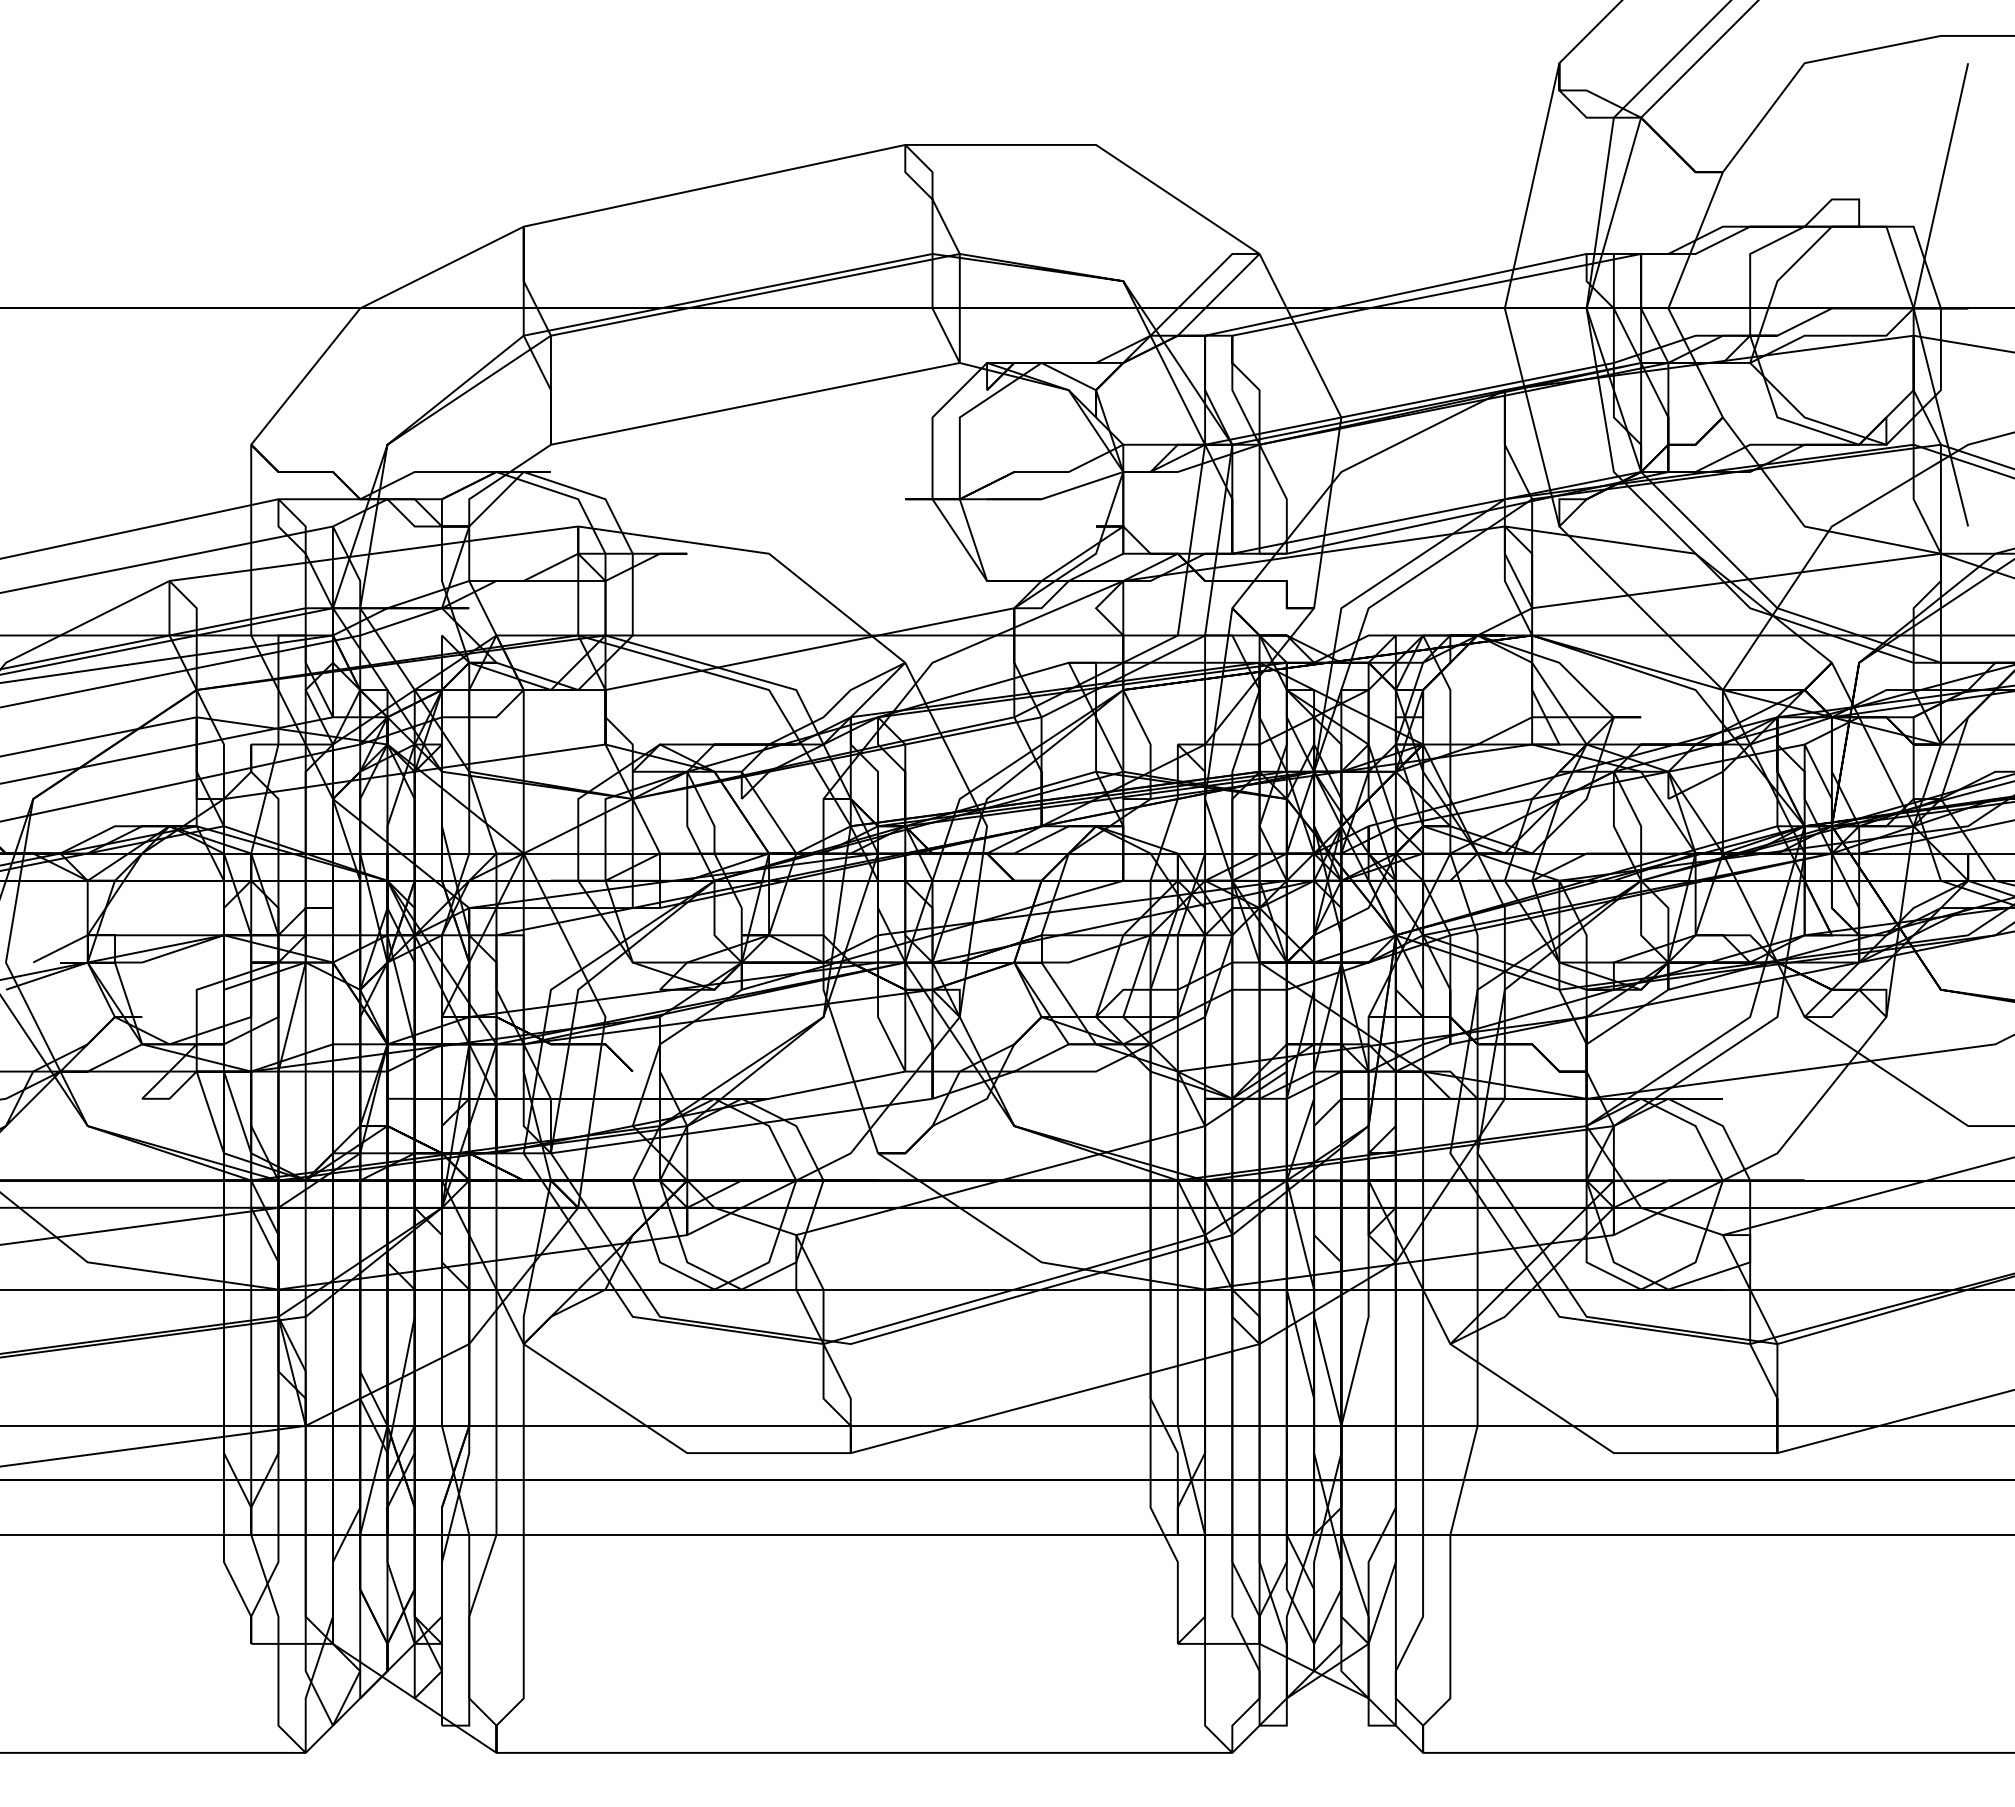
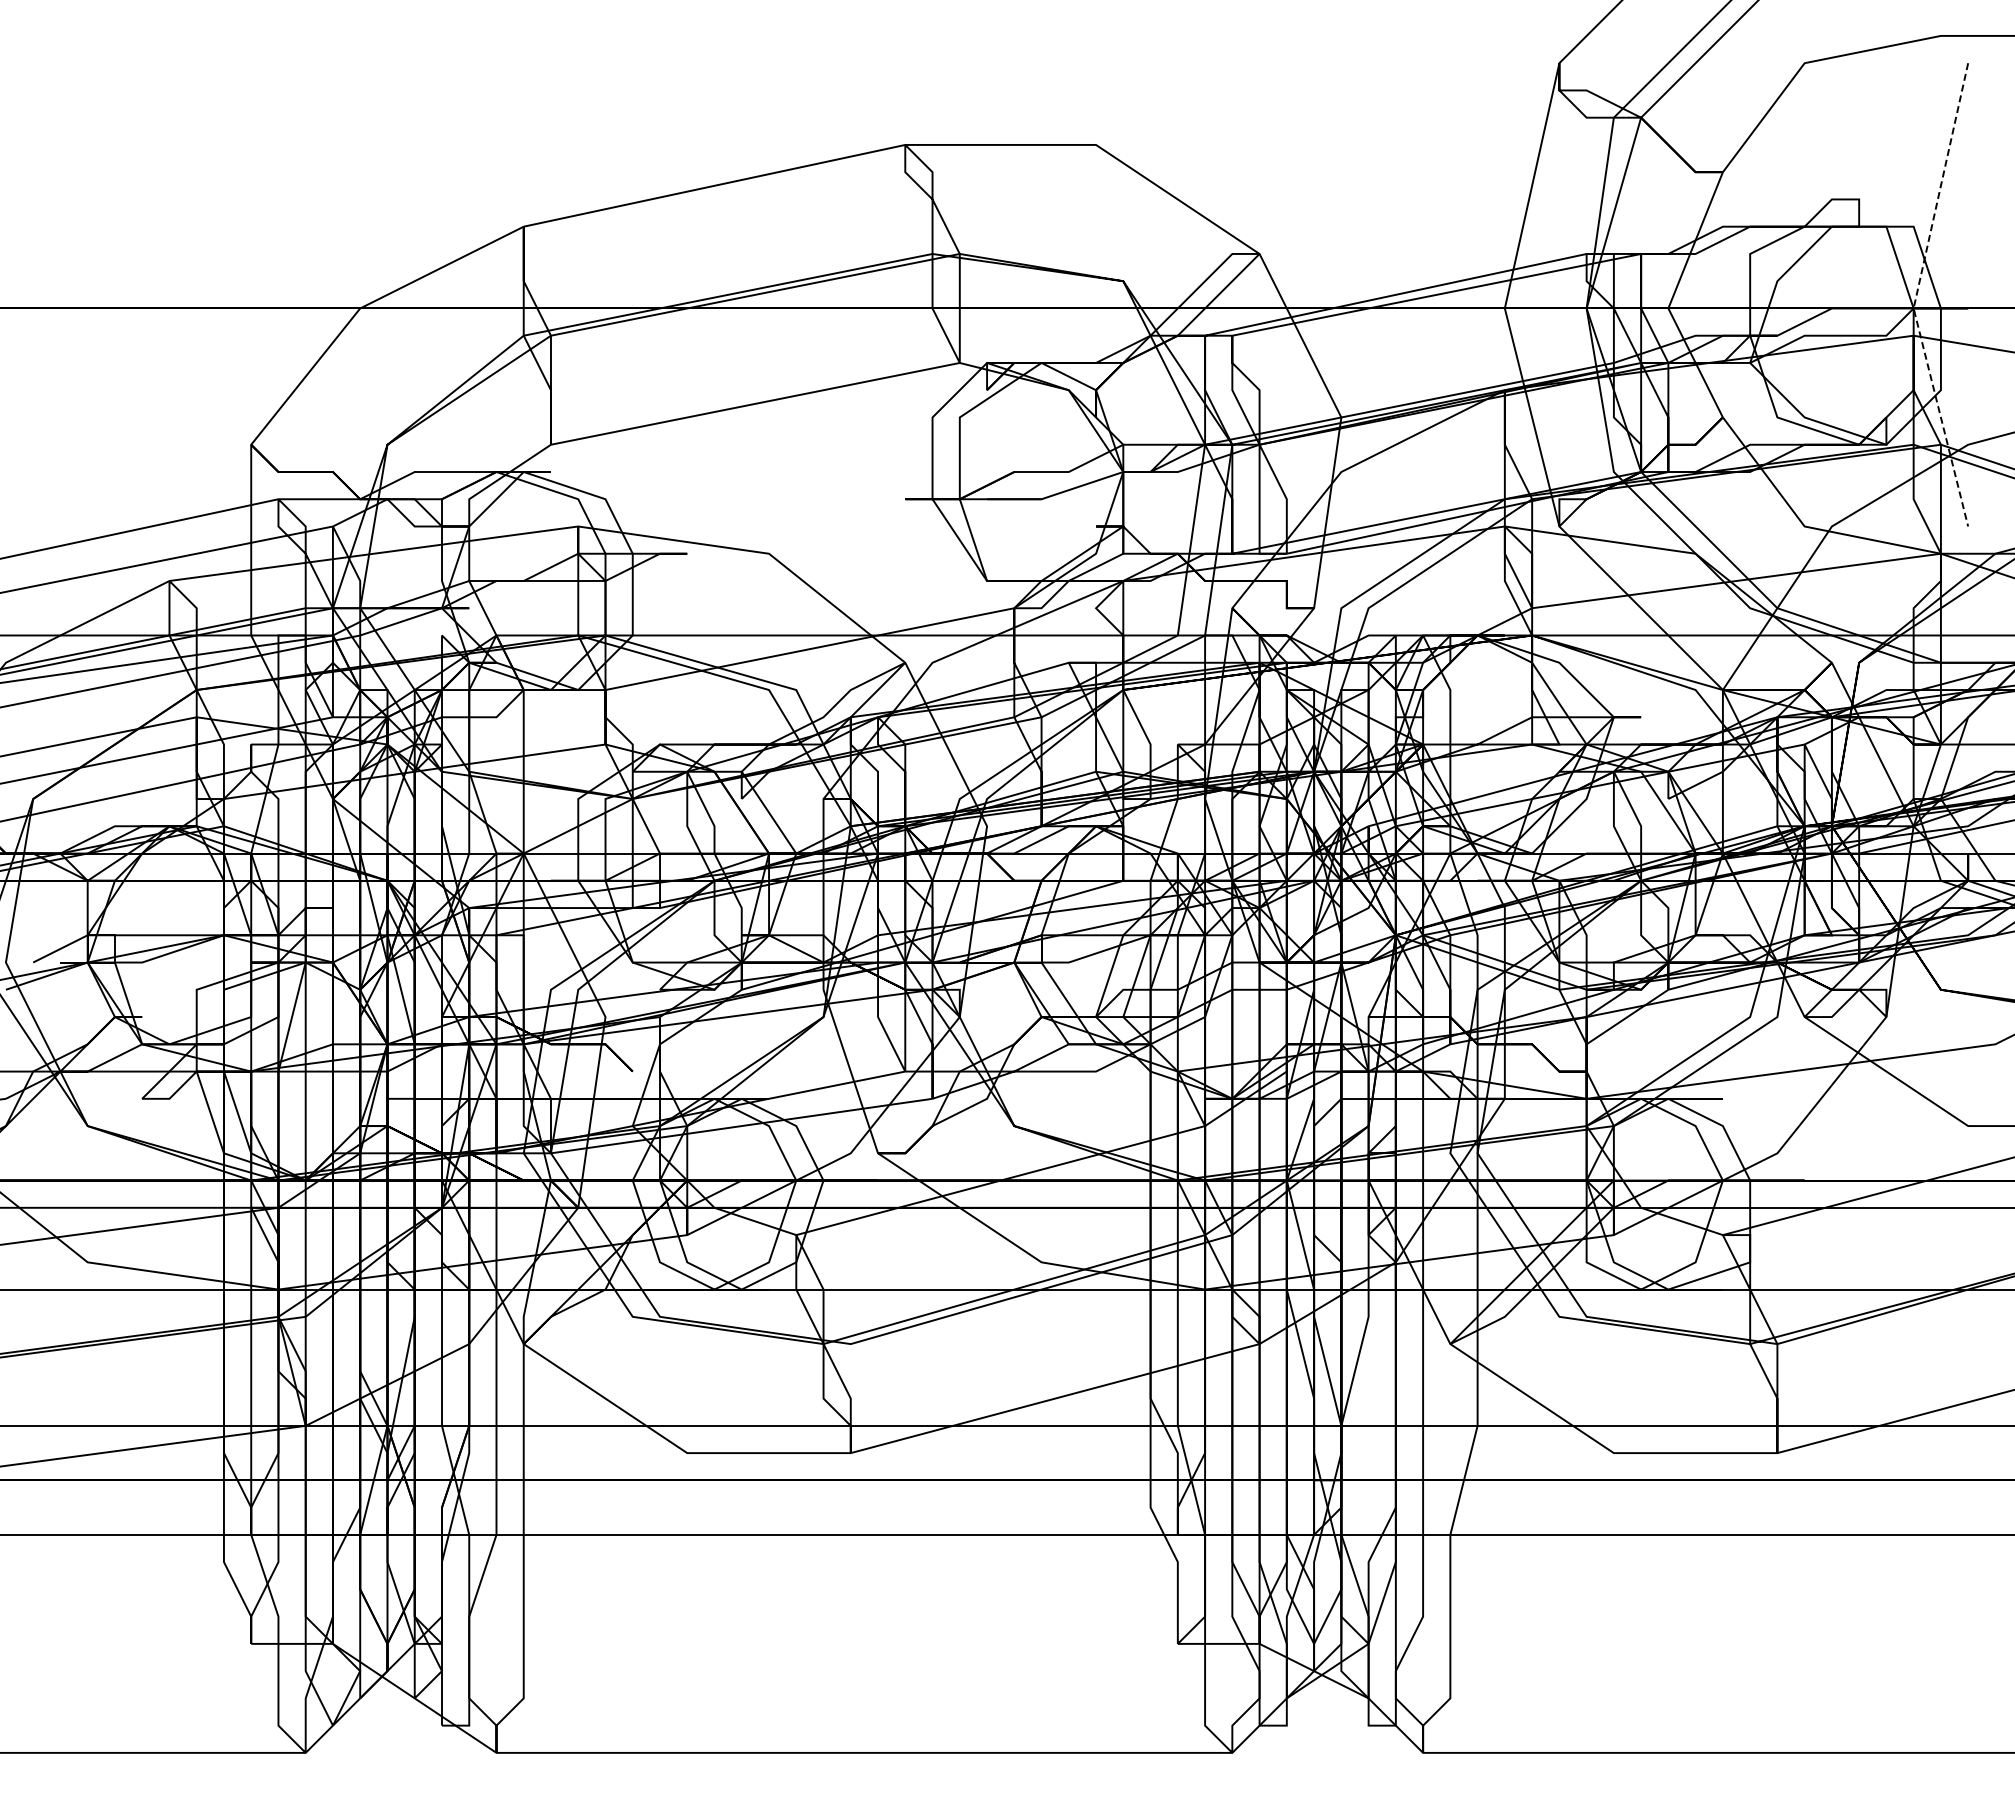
line at (1916, 295): solid -> dashed
